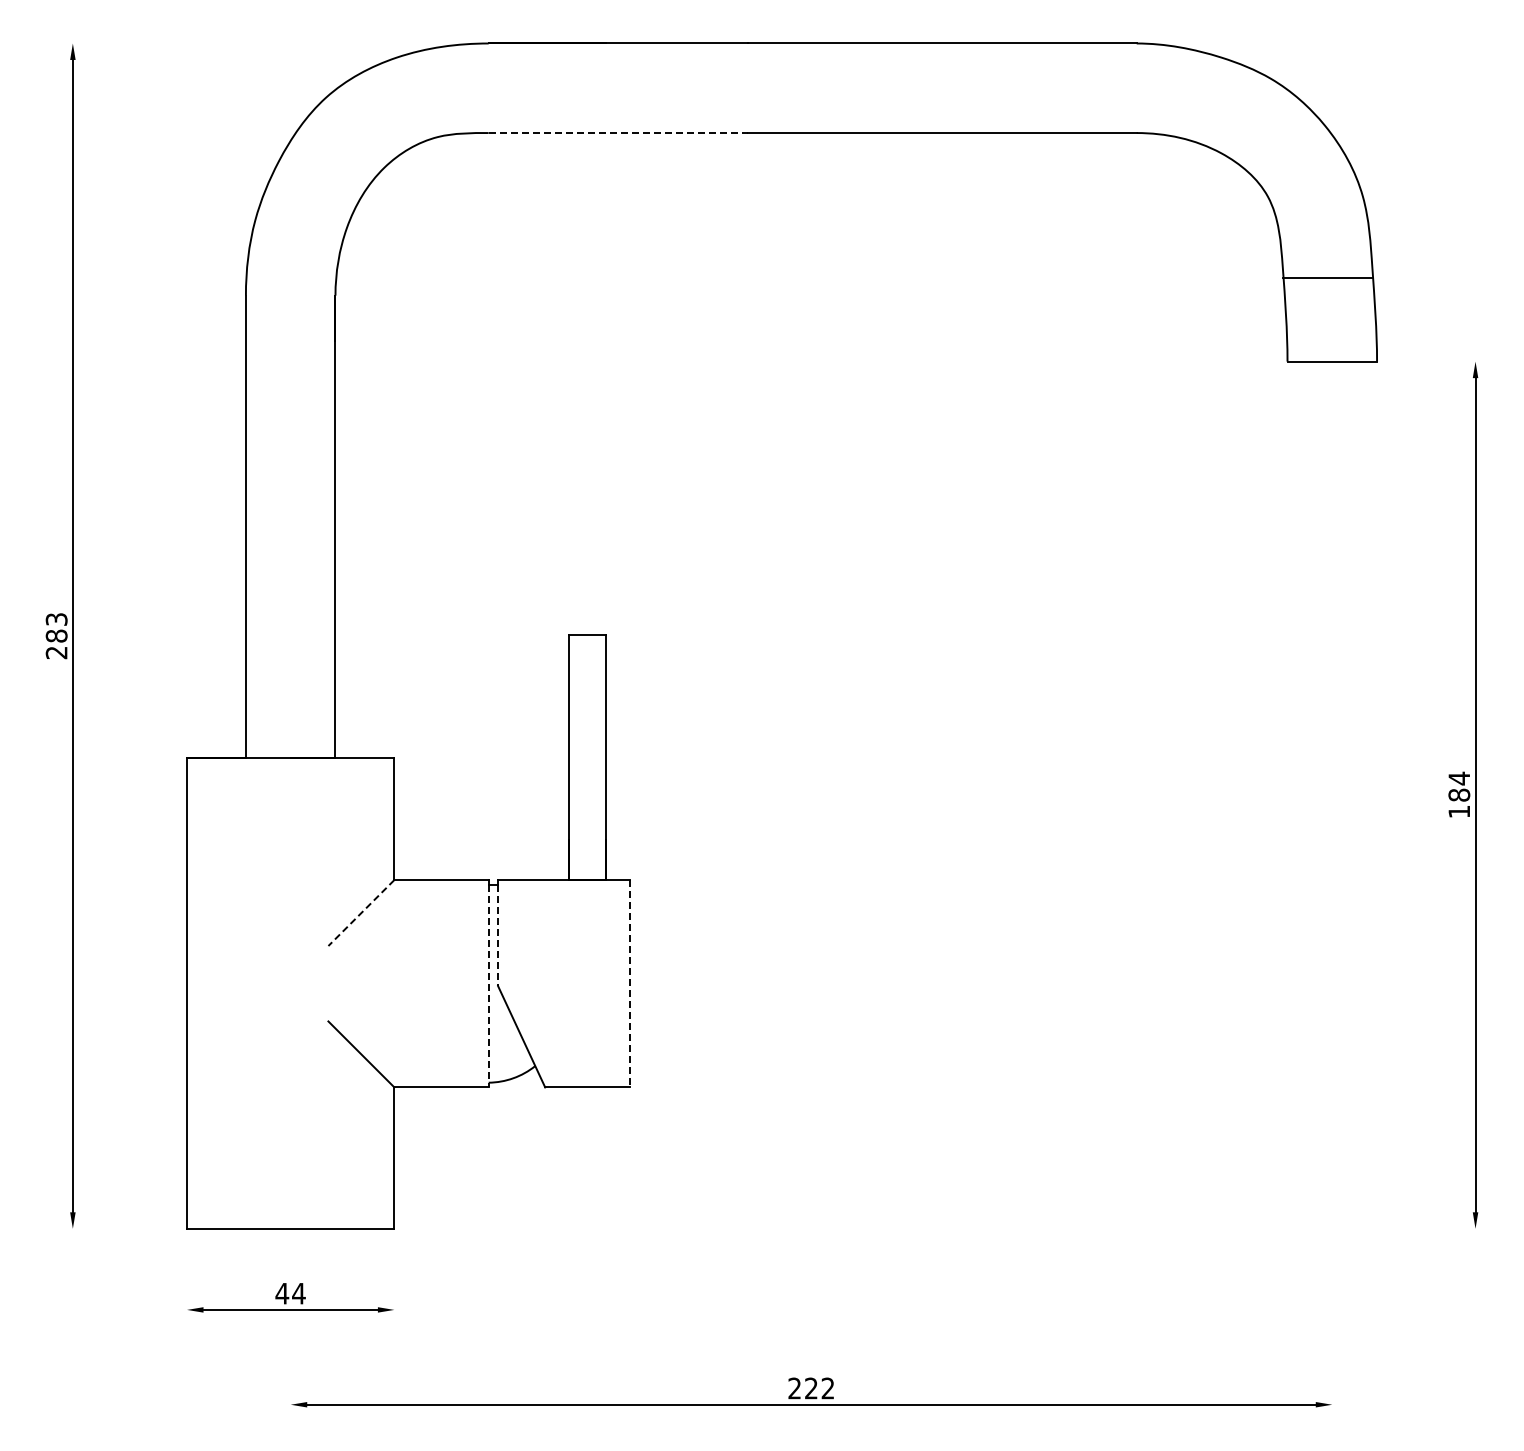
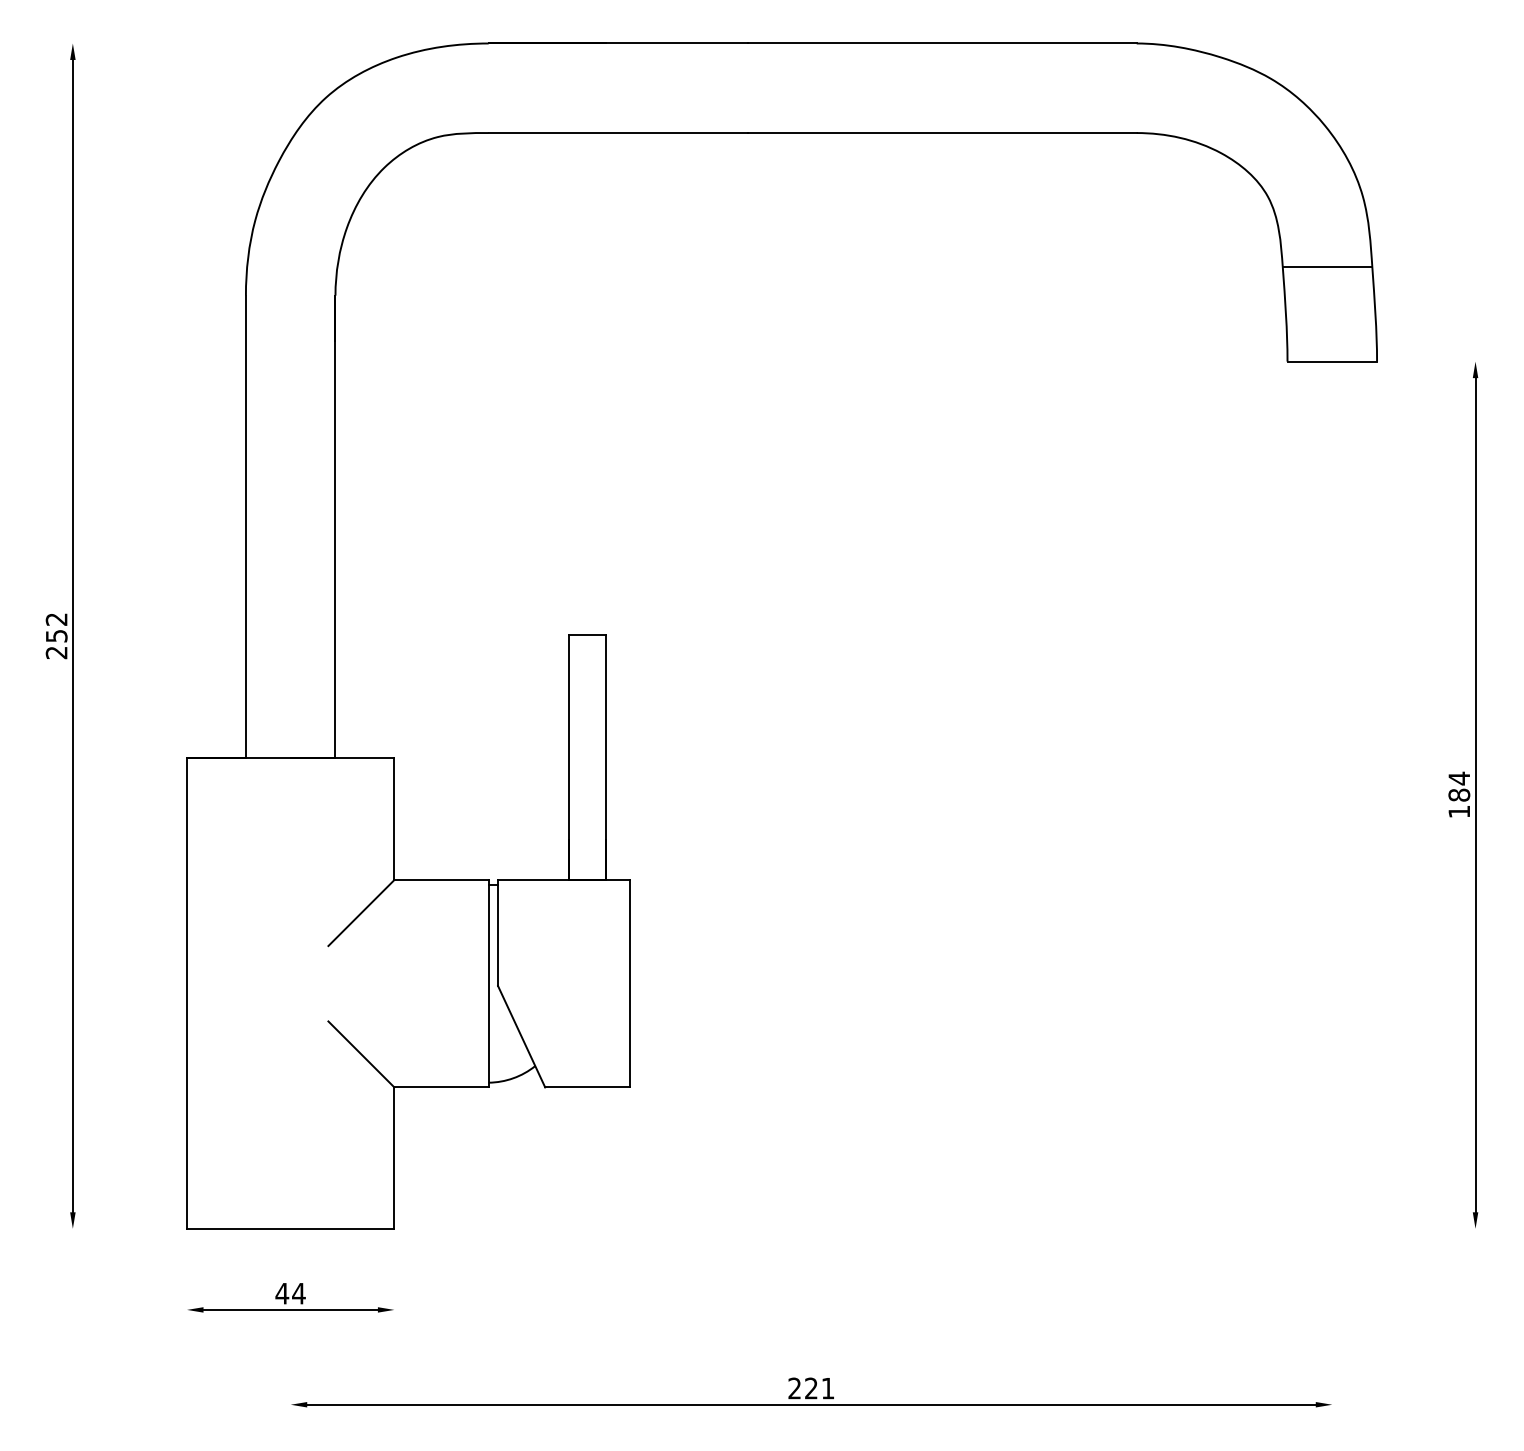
line at (618, 133): dashed -> solid
line at (1327, 278) position: (1327, 278) -> (1327, 267)
text at (56, 627): 283 -> 252
line at (361, 913): dashed -> solid
line at (498, 935): dashed -> solid
line at (630, 983): dashed -> solid
line at (488, 986): dashed -> solid
text at (827, 1388): 222 -> 221
